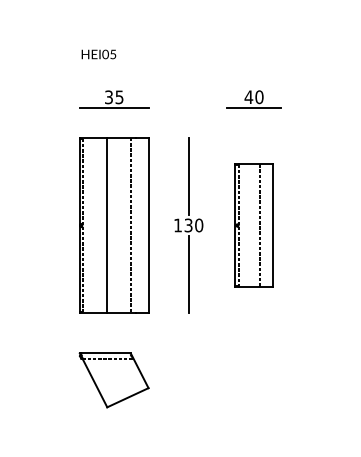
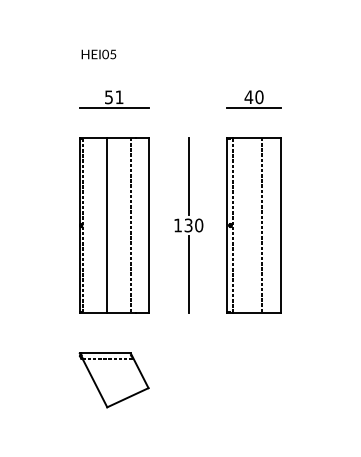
text at (114, 97): 35 -> 51
part at (253, 225) size: 40x125 px -> 56x177 px
